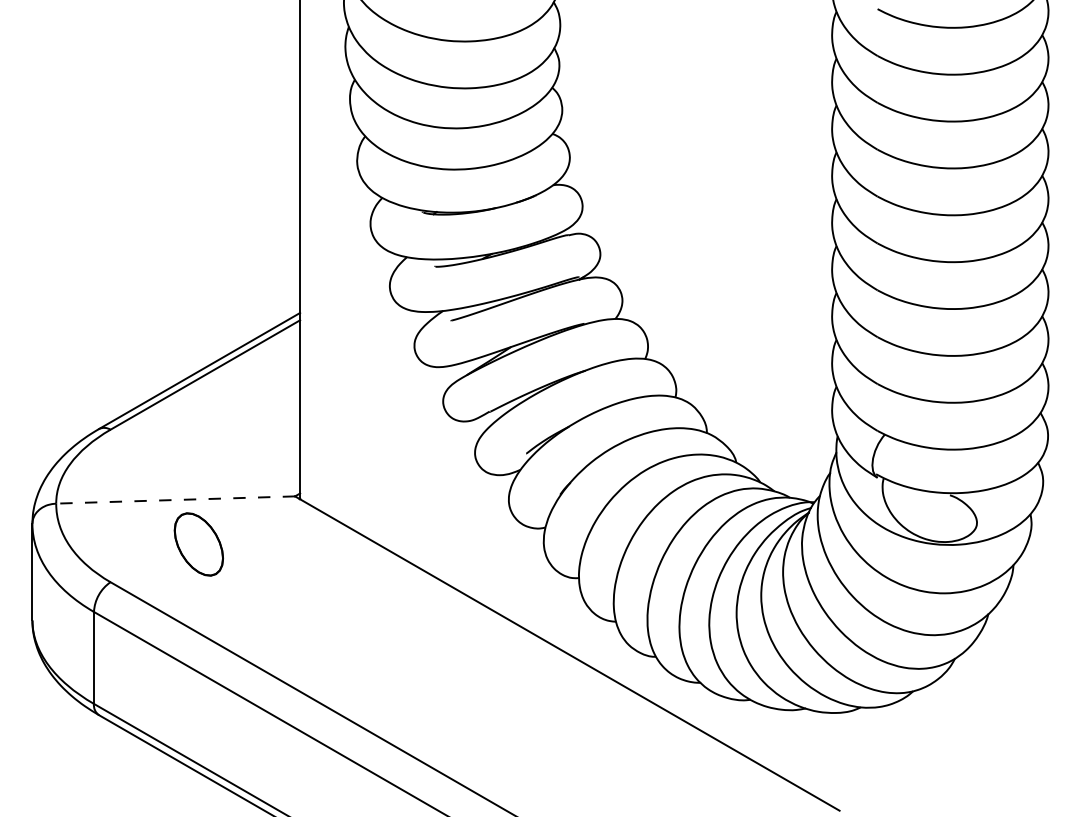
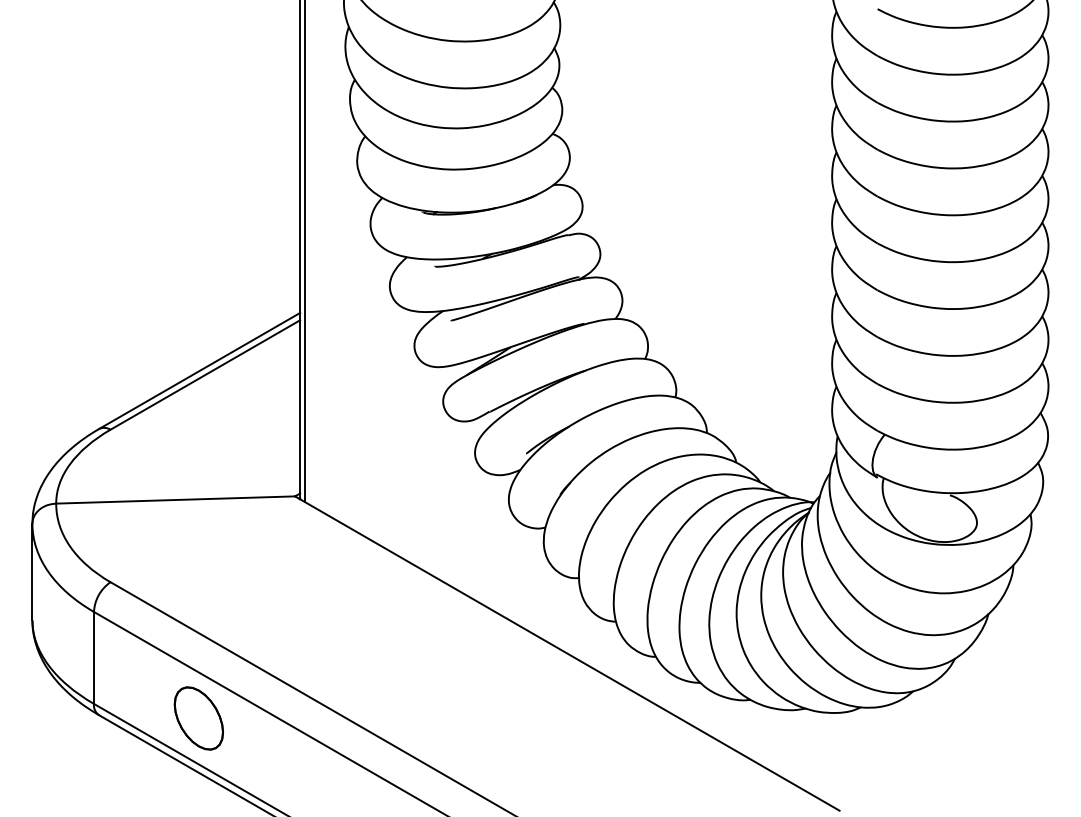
line at (304, 251): none -> present
line at (175, 500): dashed -> solid
part at (198, 544) position: (198, 544) -> (198, 718)
